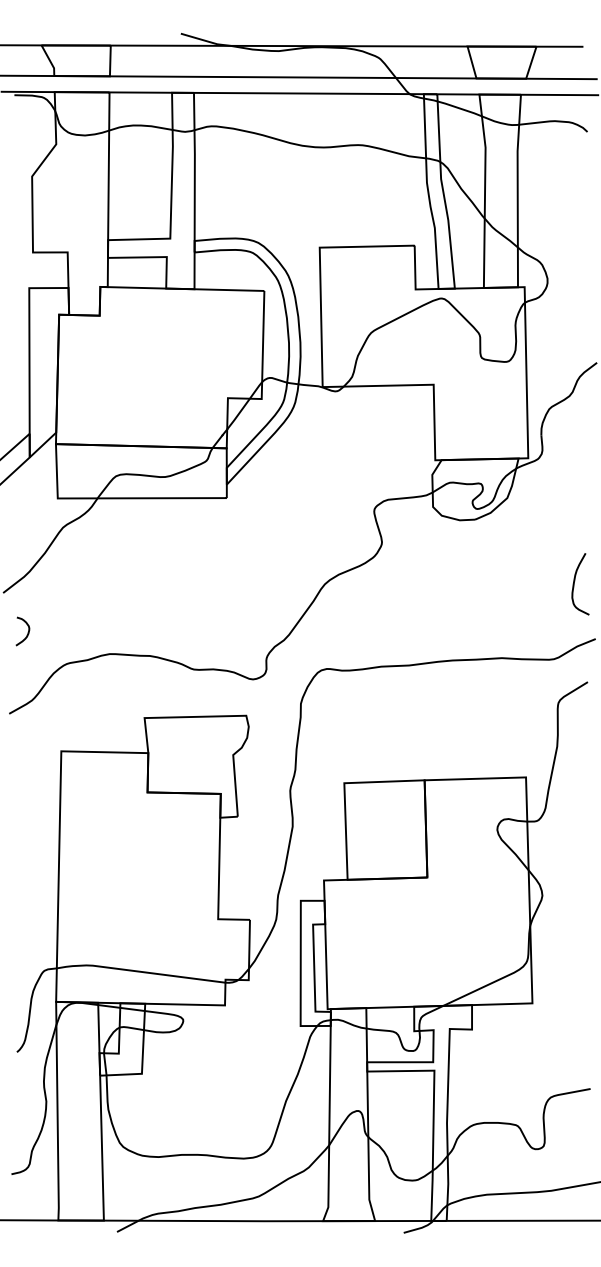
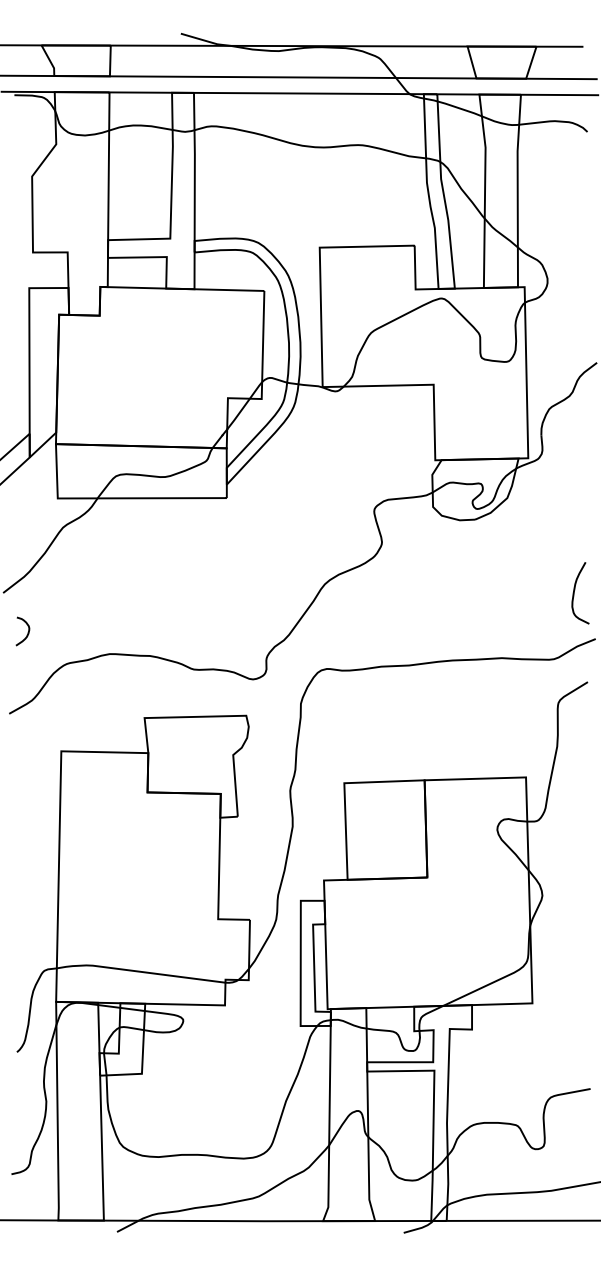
curve at (575, 581) position: (575, 581) -> (575, 590)
